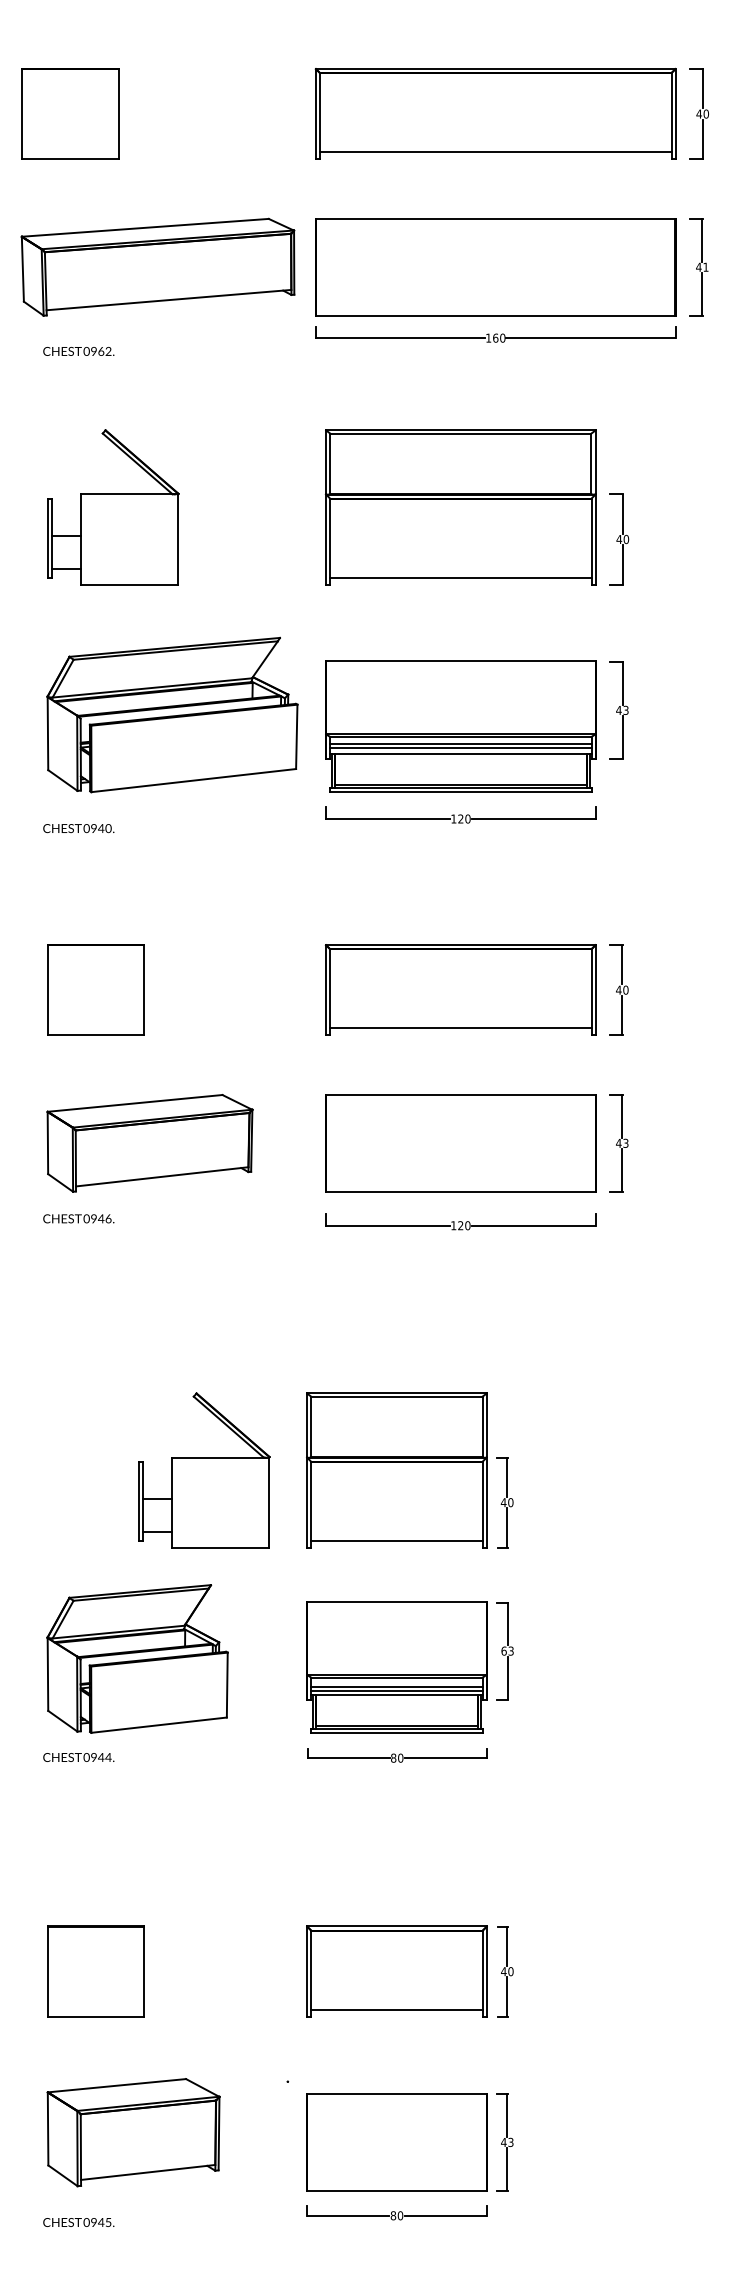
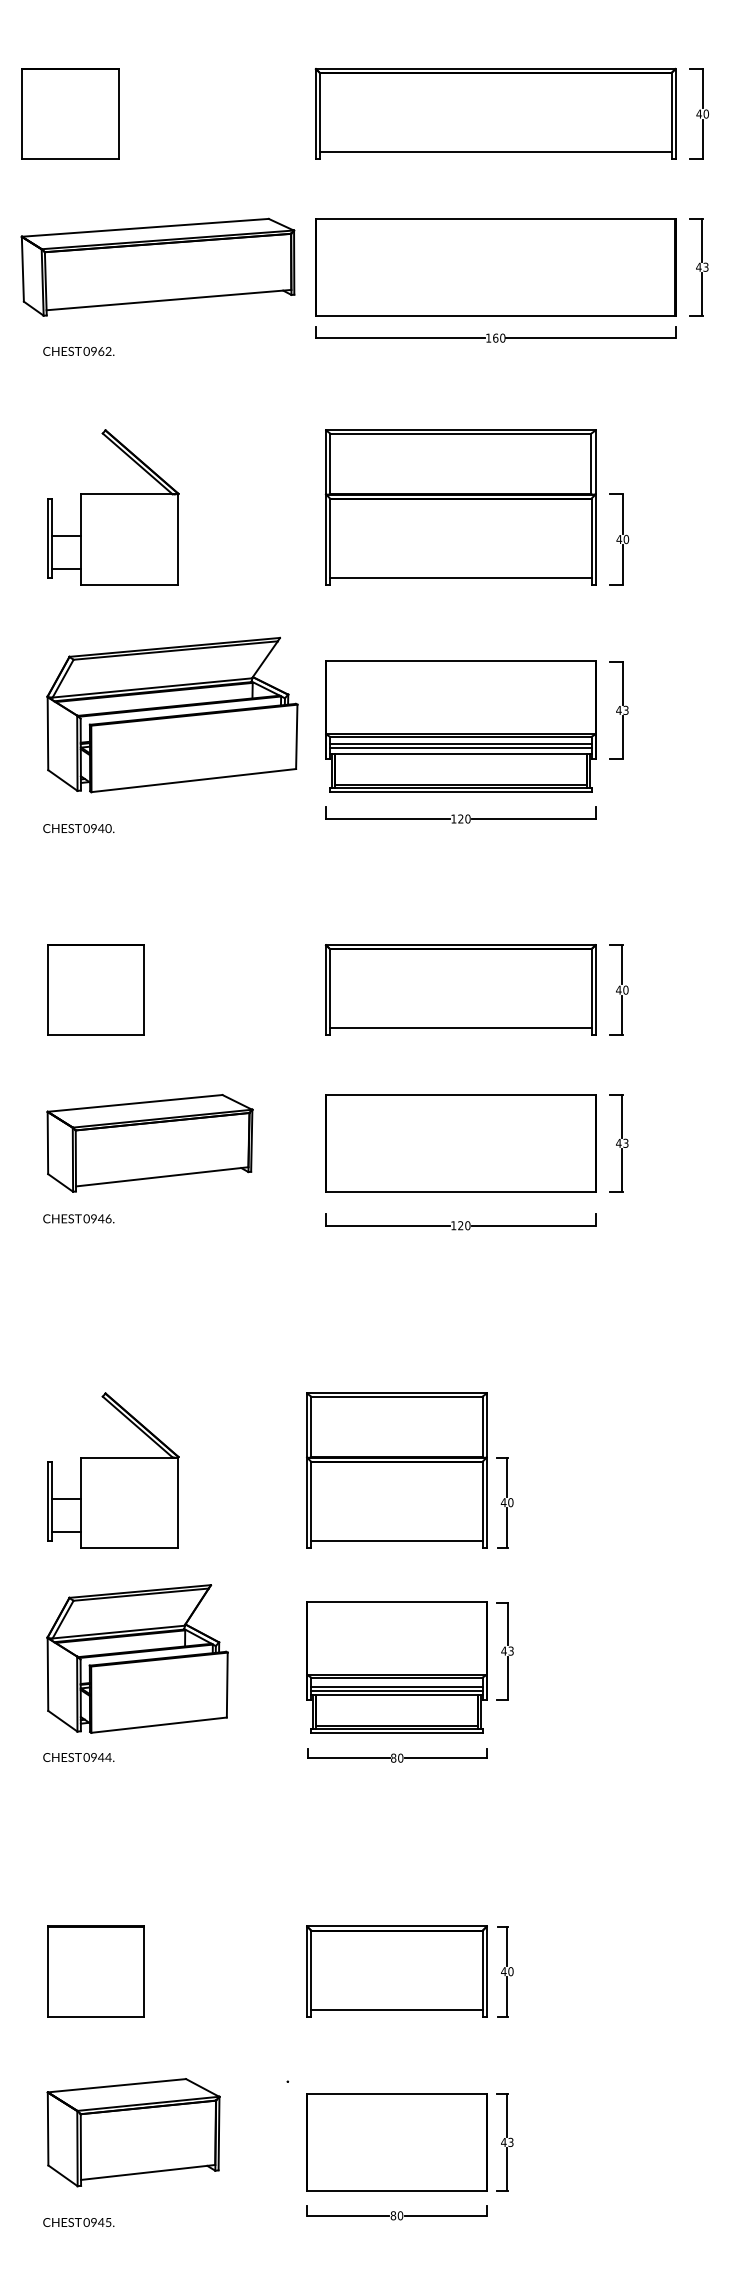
text at (705, 266): 41 -> 43
part at (204, 1470) position: (204, 1470) -> (113, 1470)
text at (503, 1650): 63 -> 43
